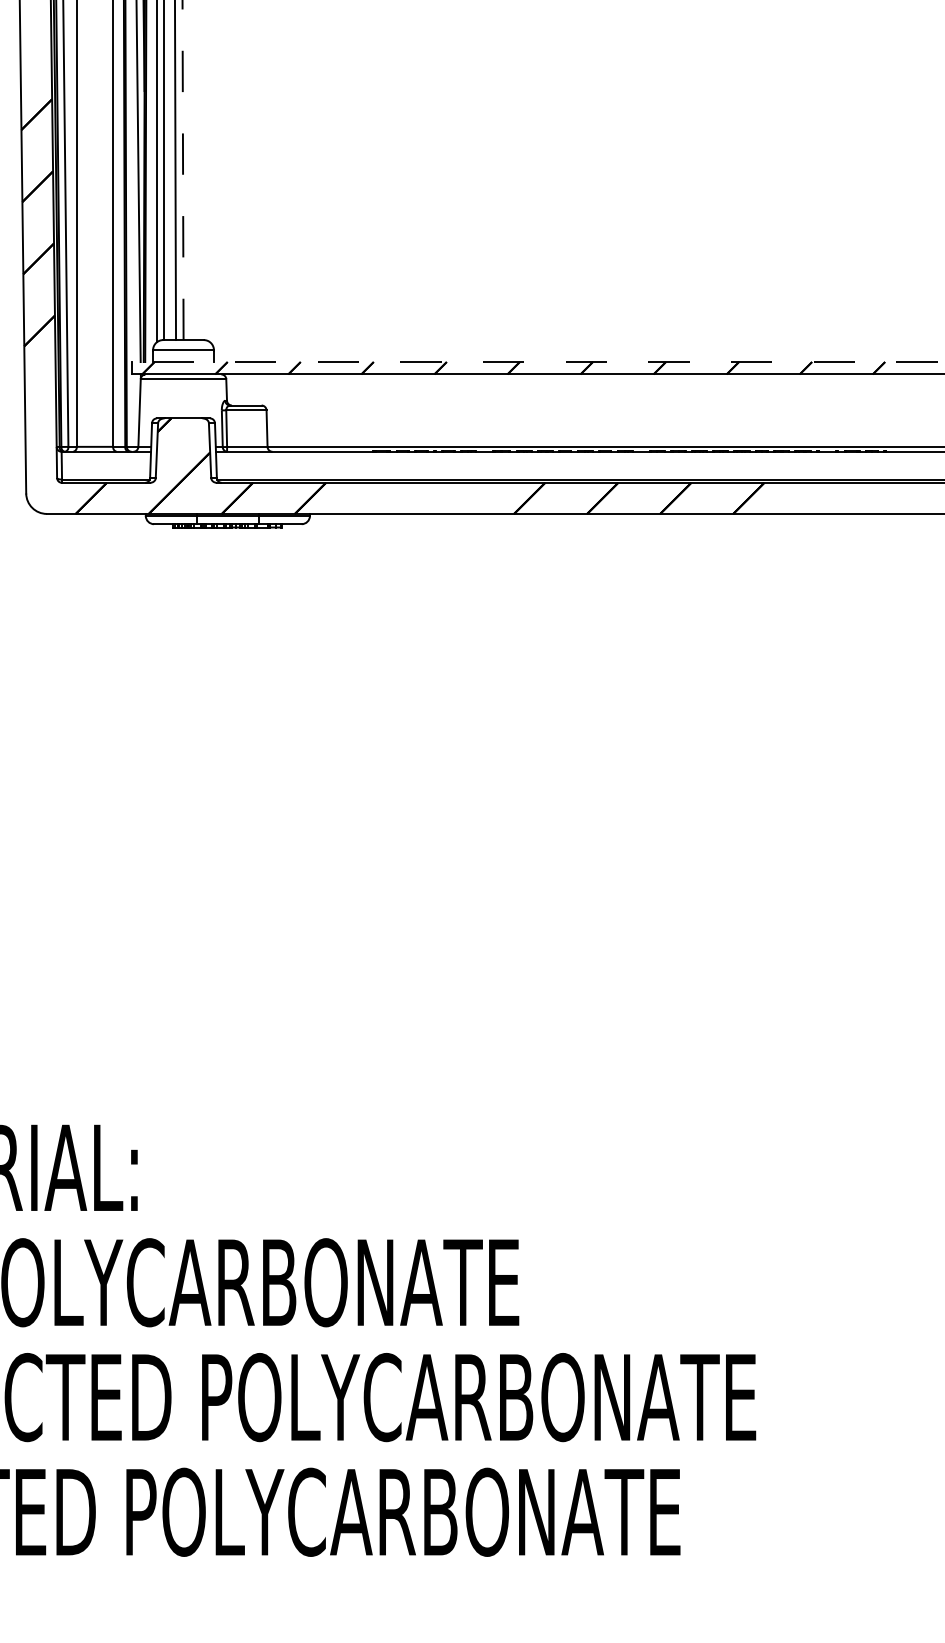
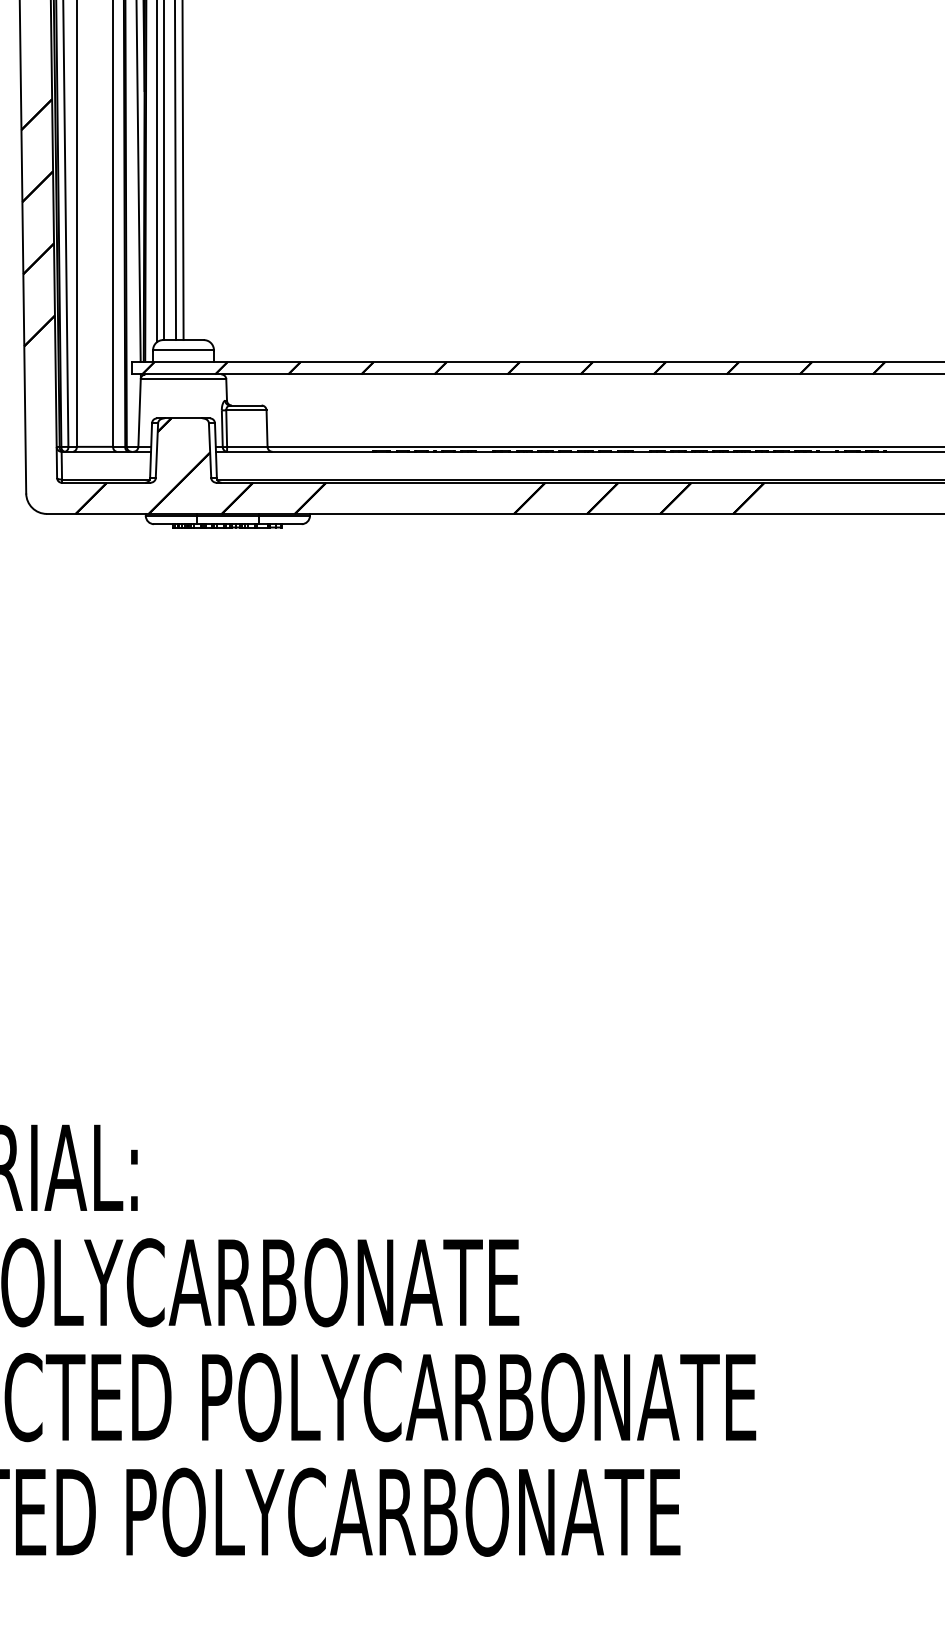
line at (183, 170): dashed -> solid
line at (537, 362): dashed -> solid
